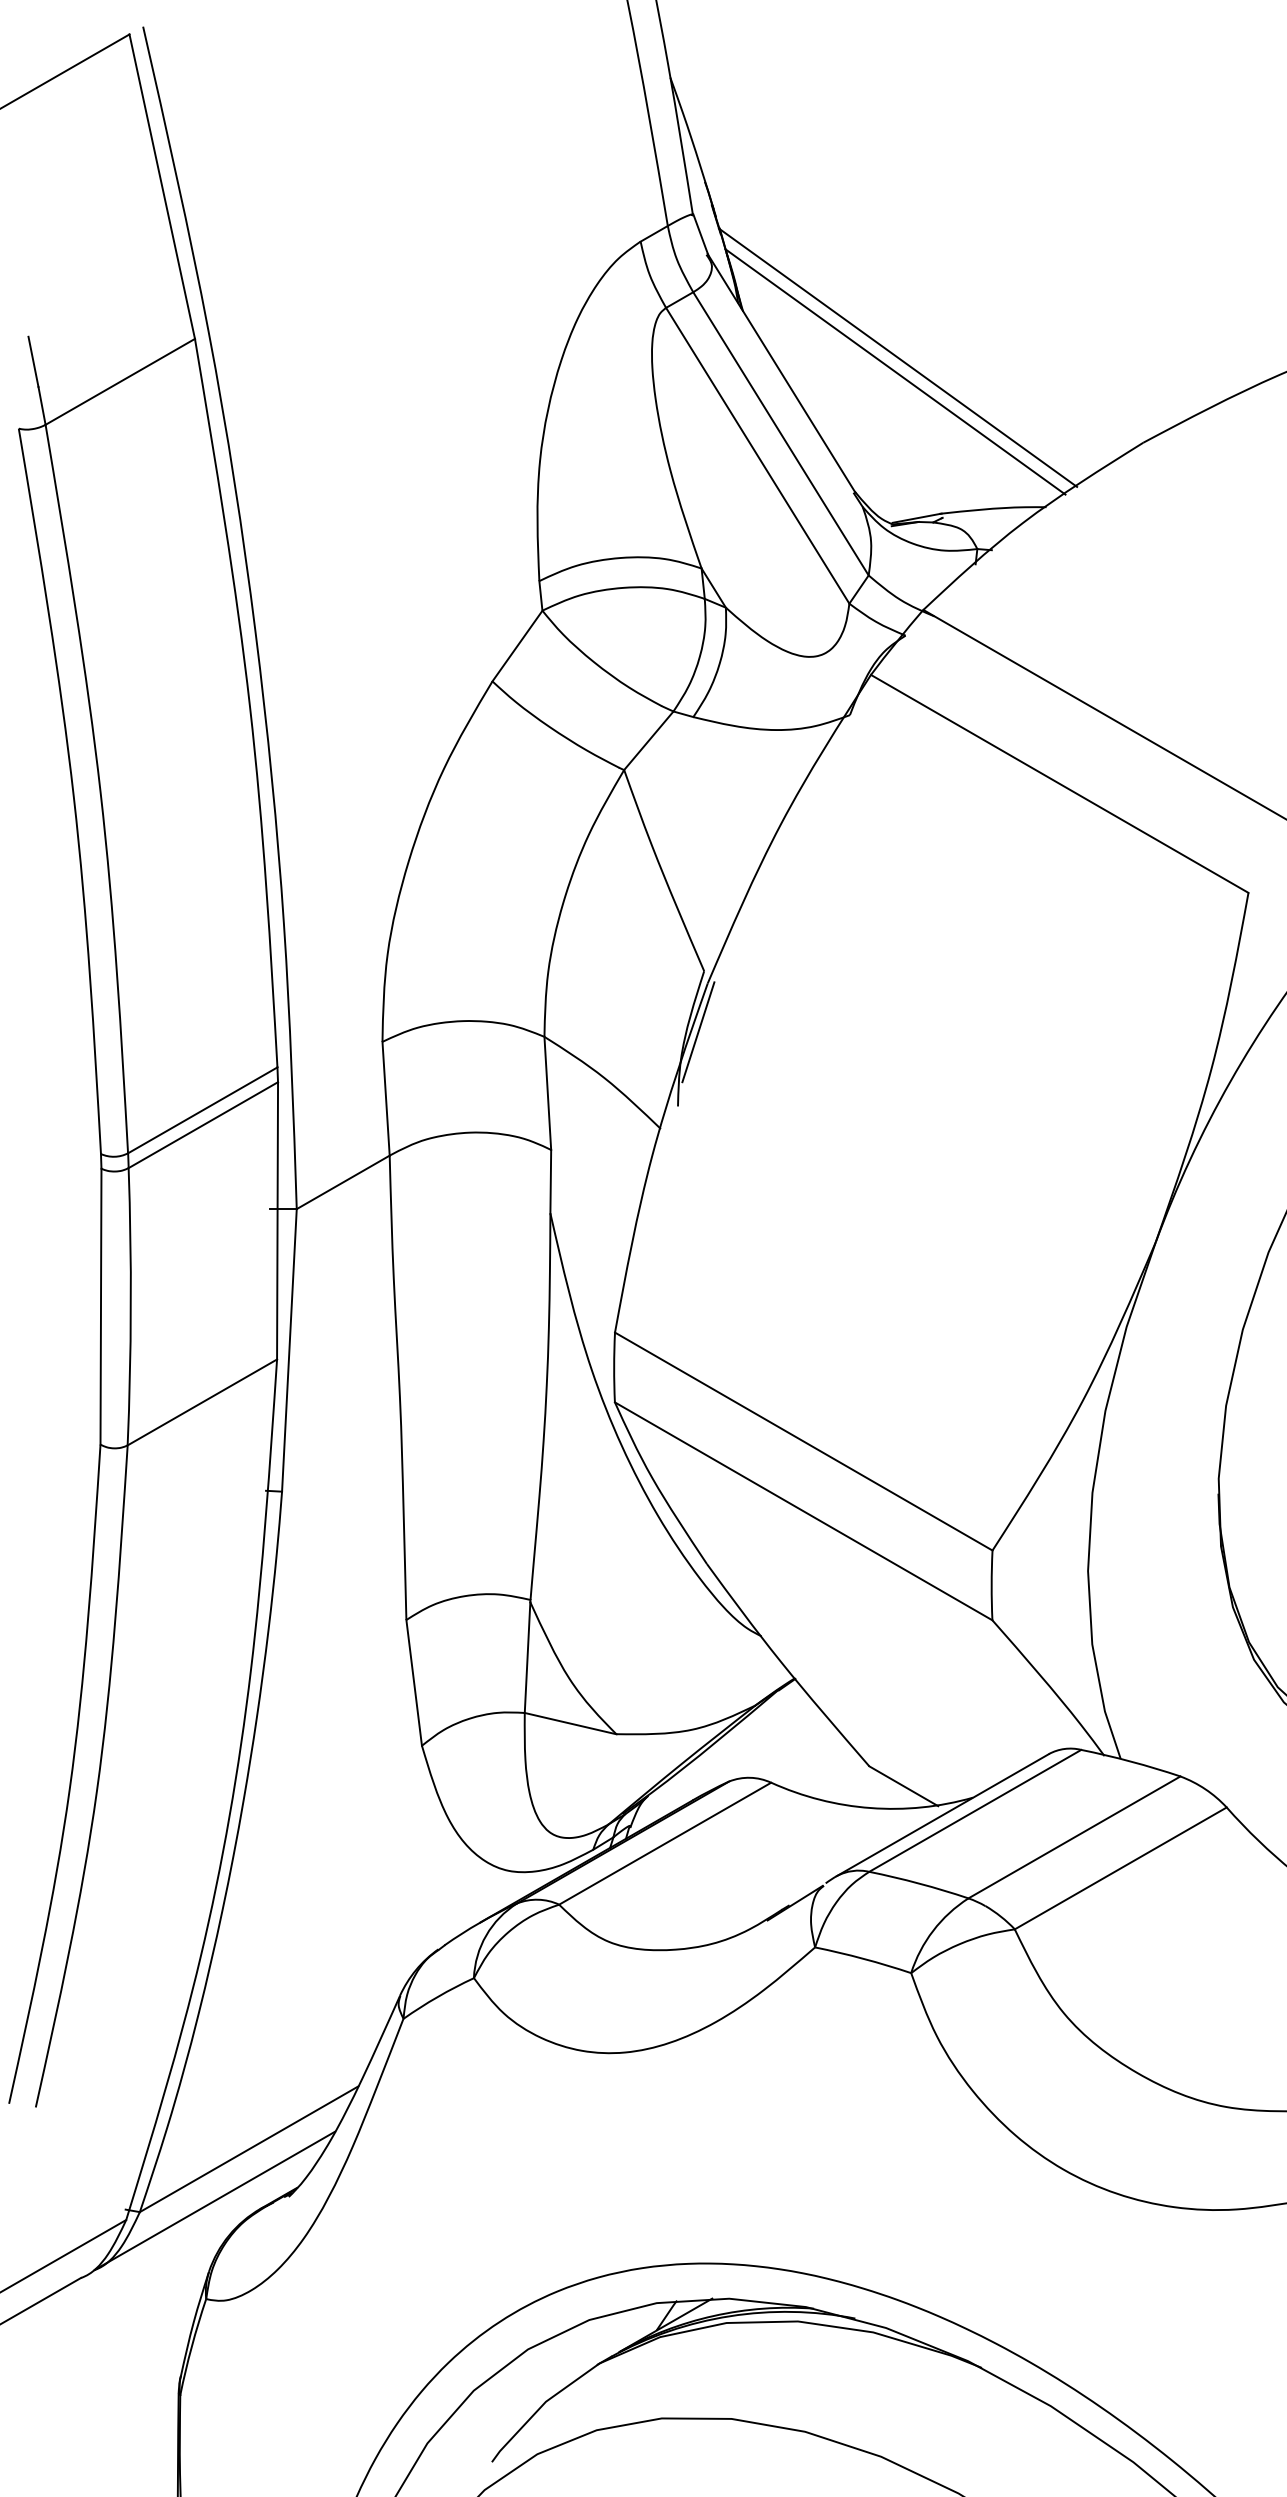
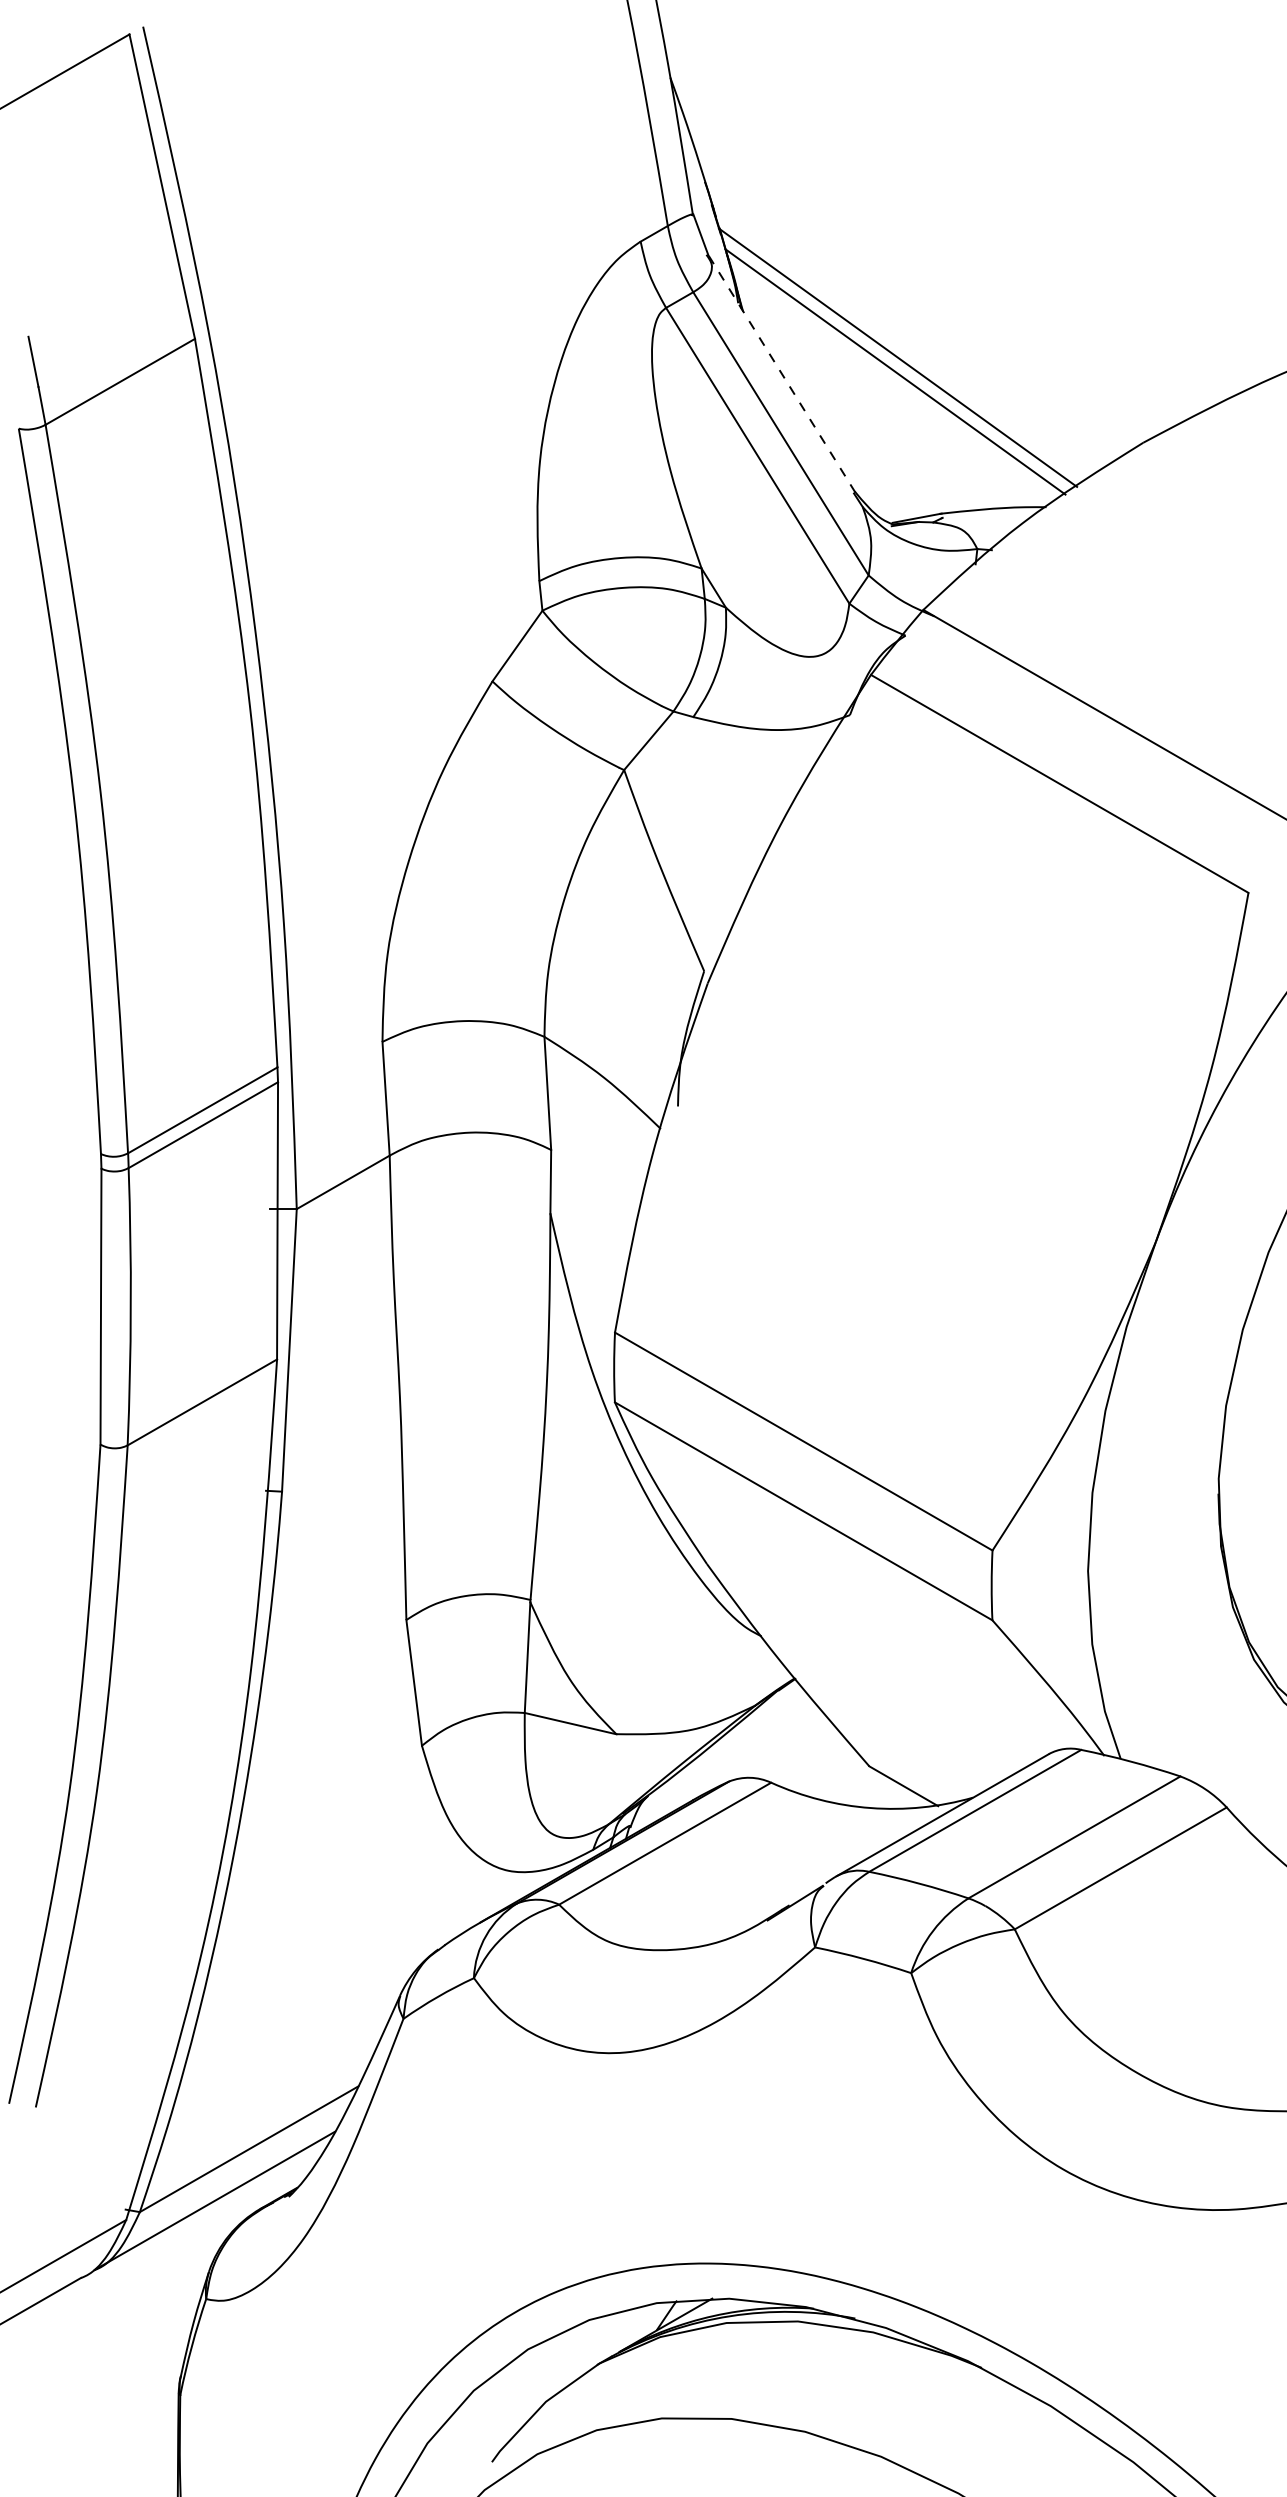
line at (781, 372): solid -> dashed
line at (698, 1032): present -> none
